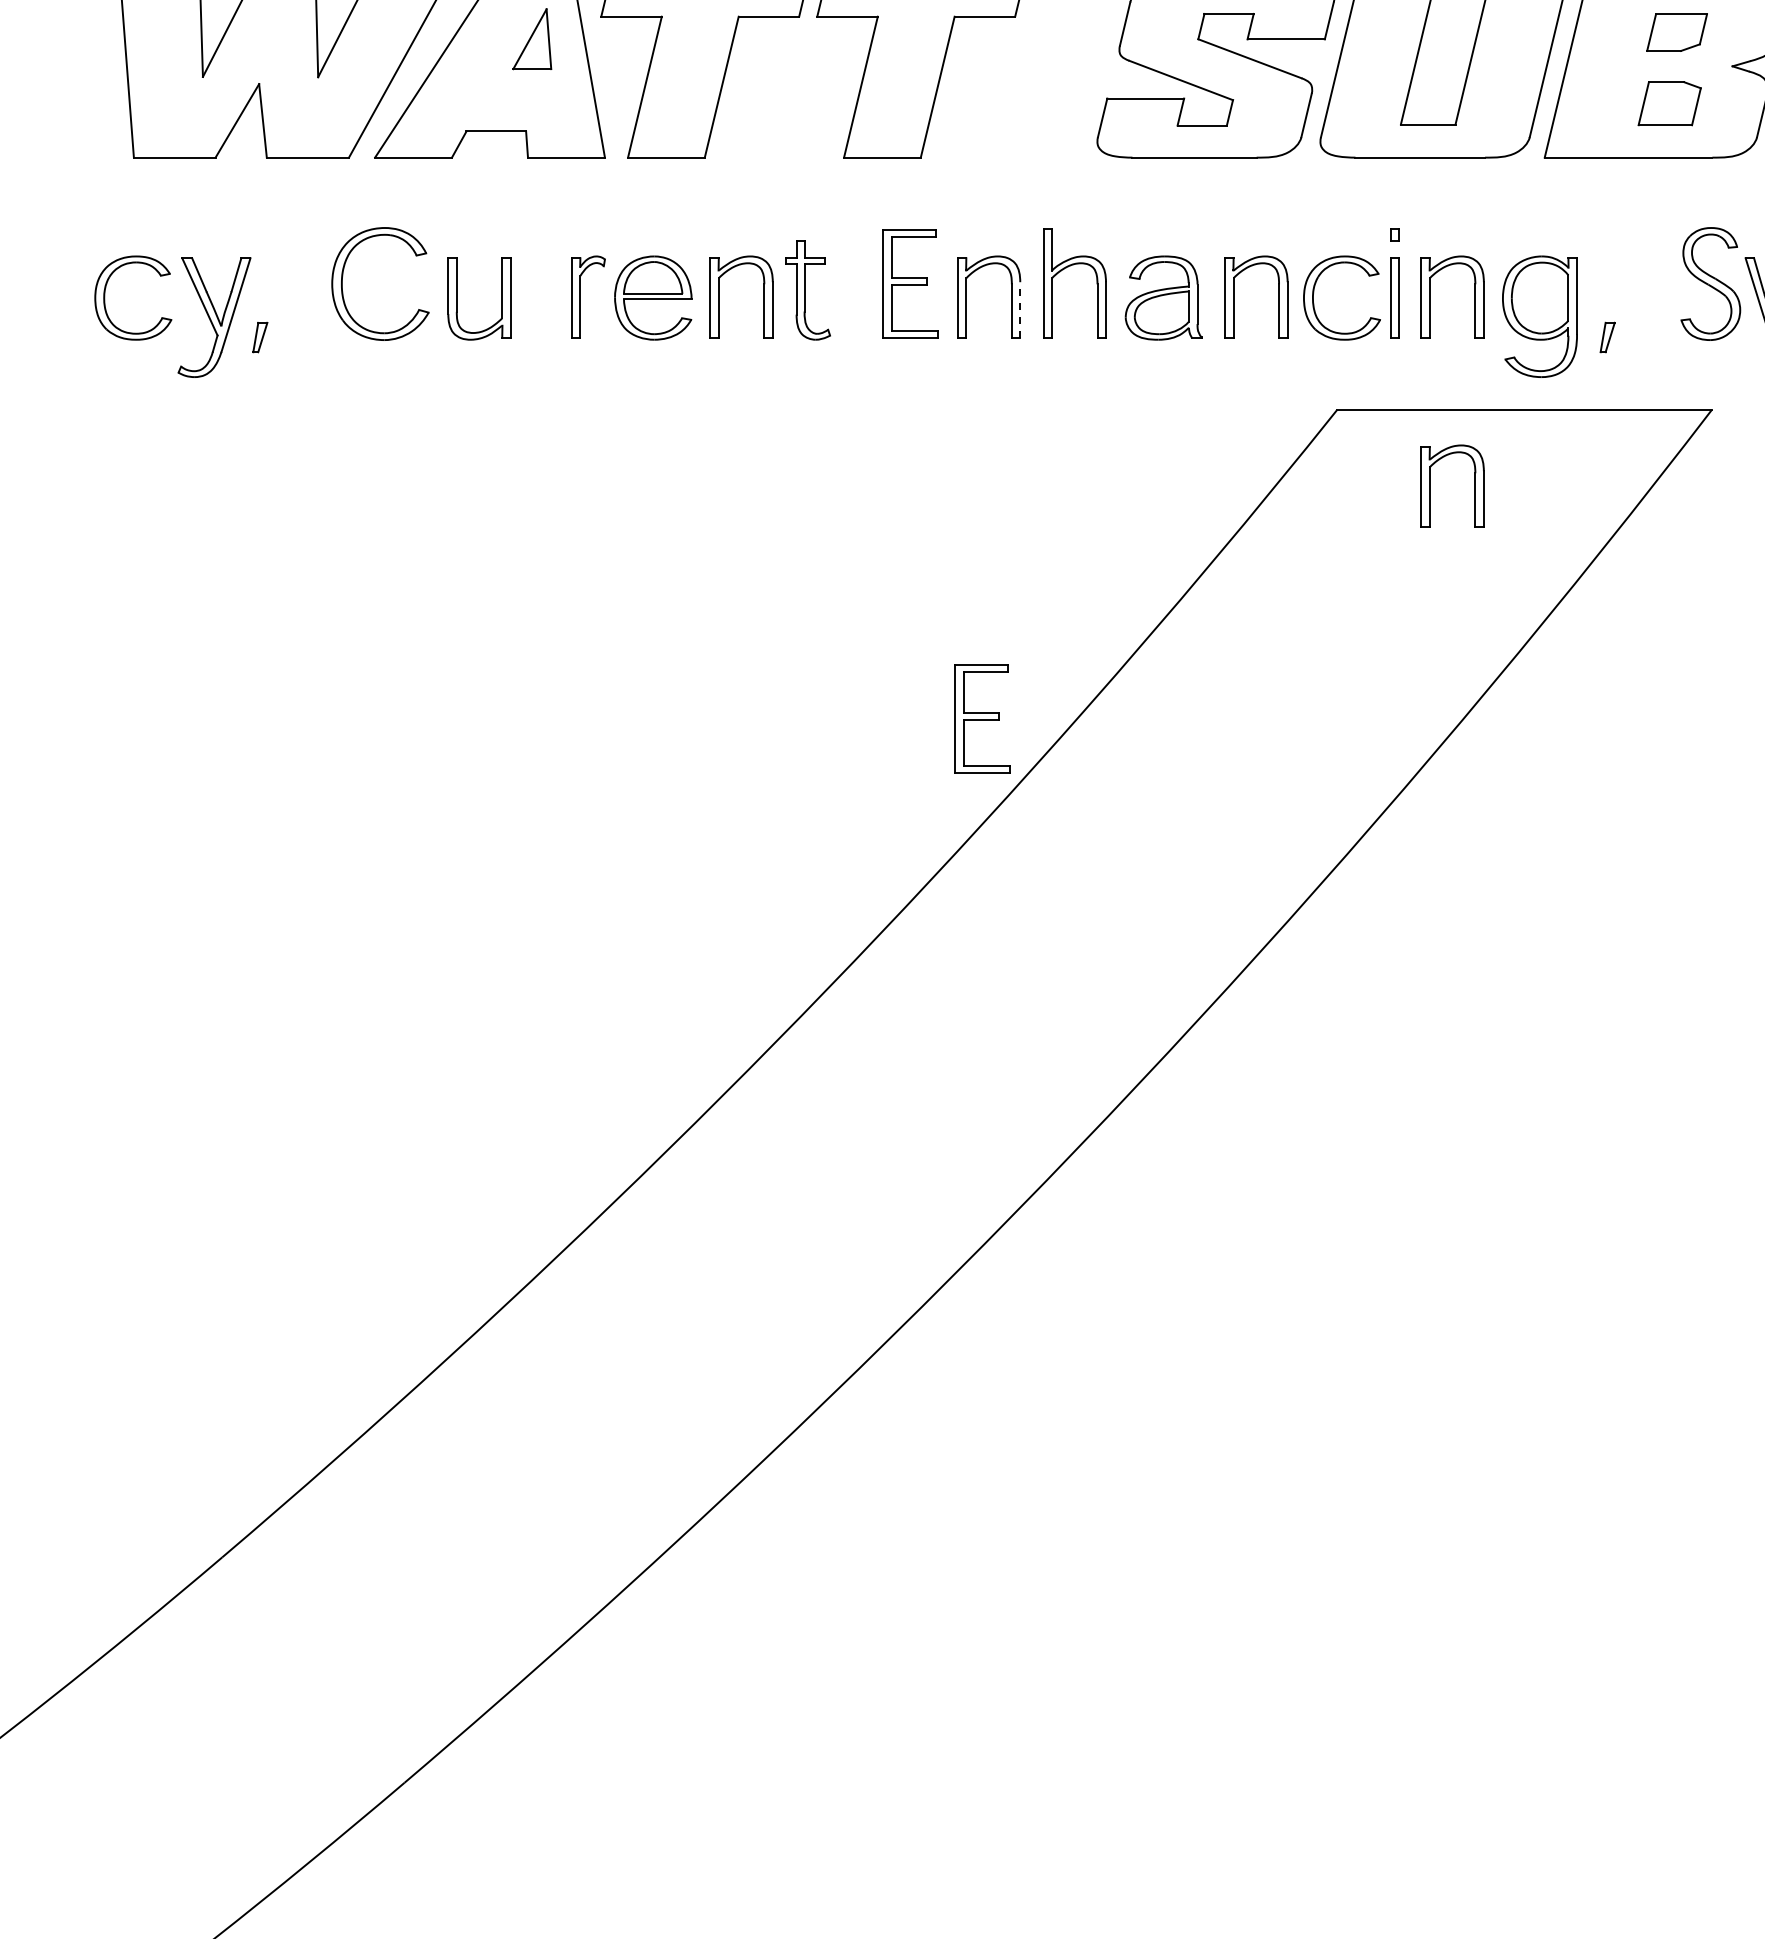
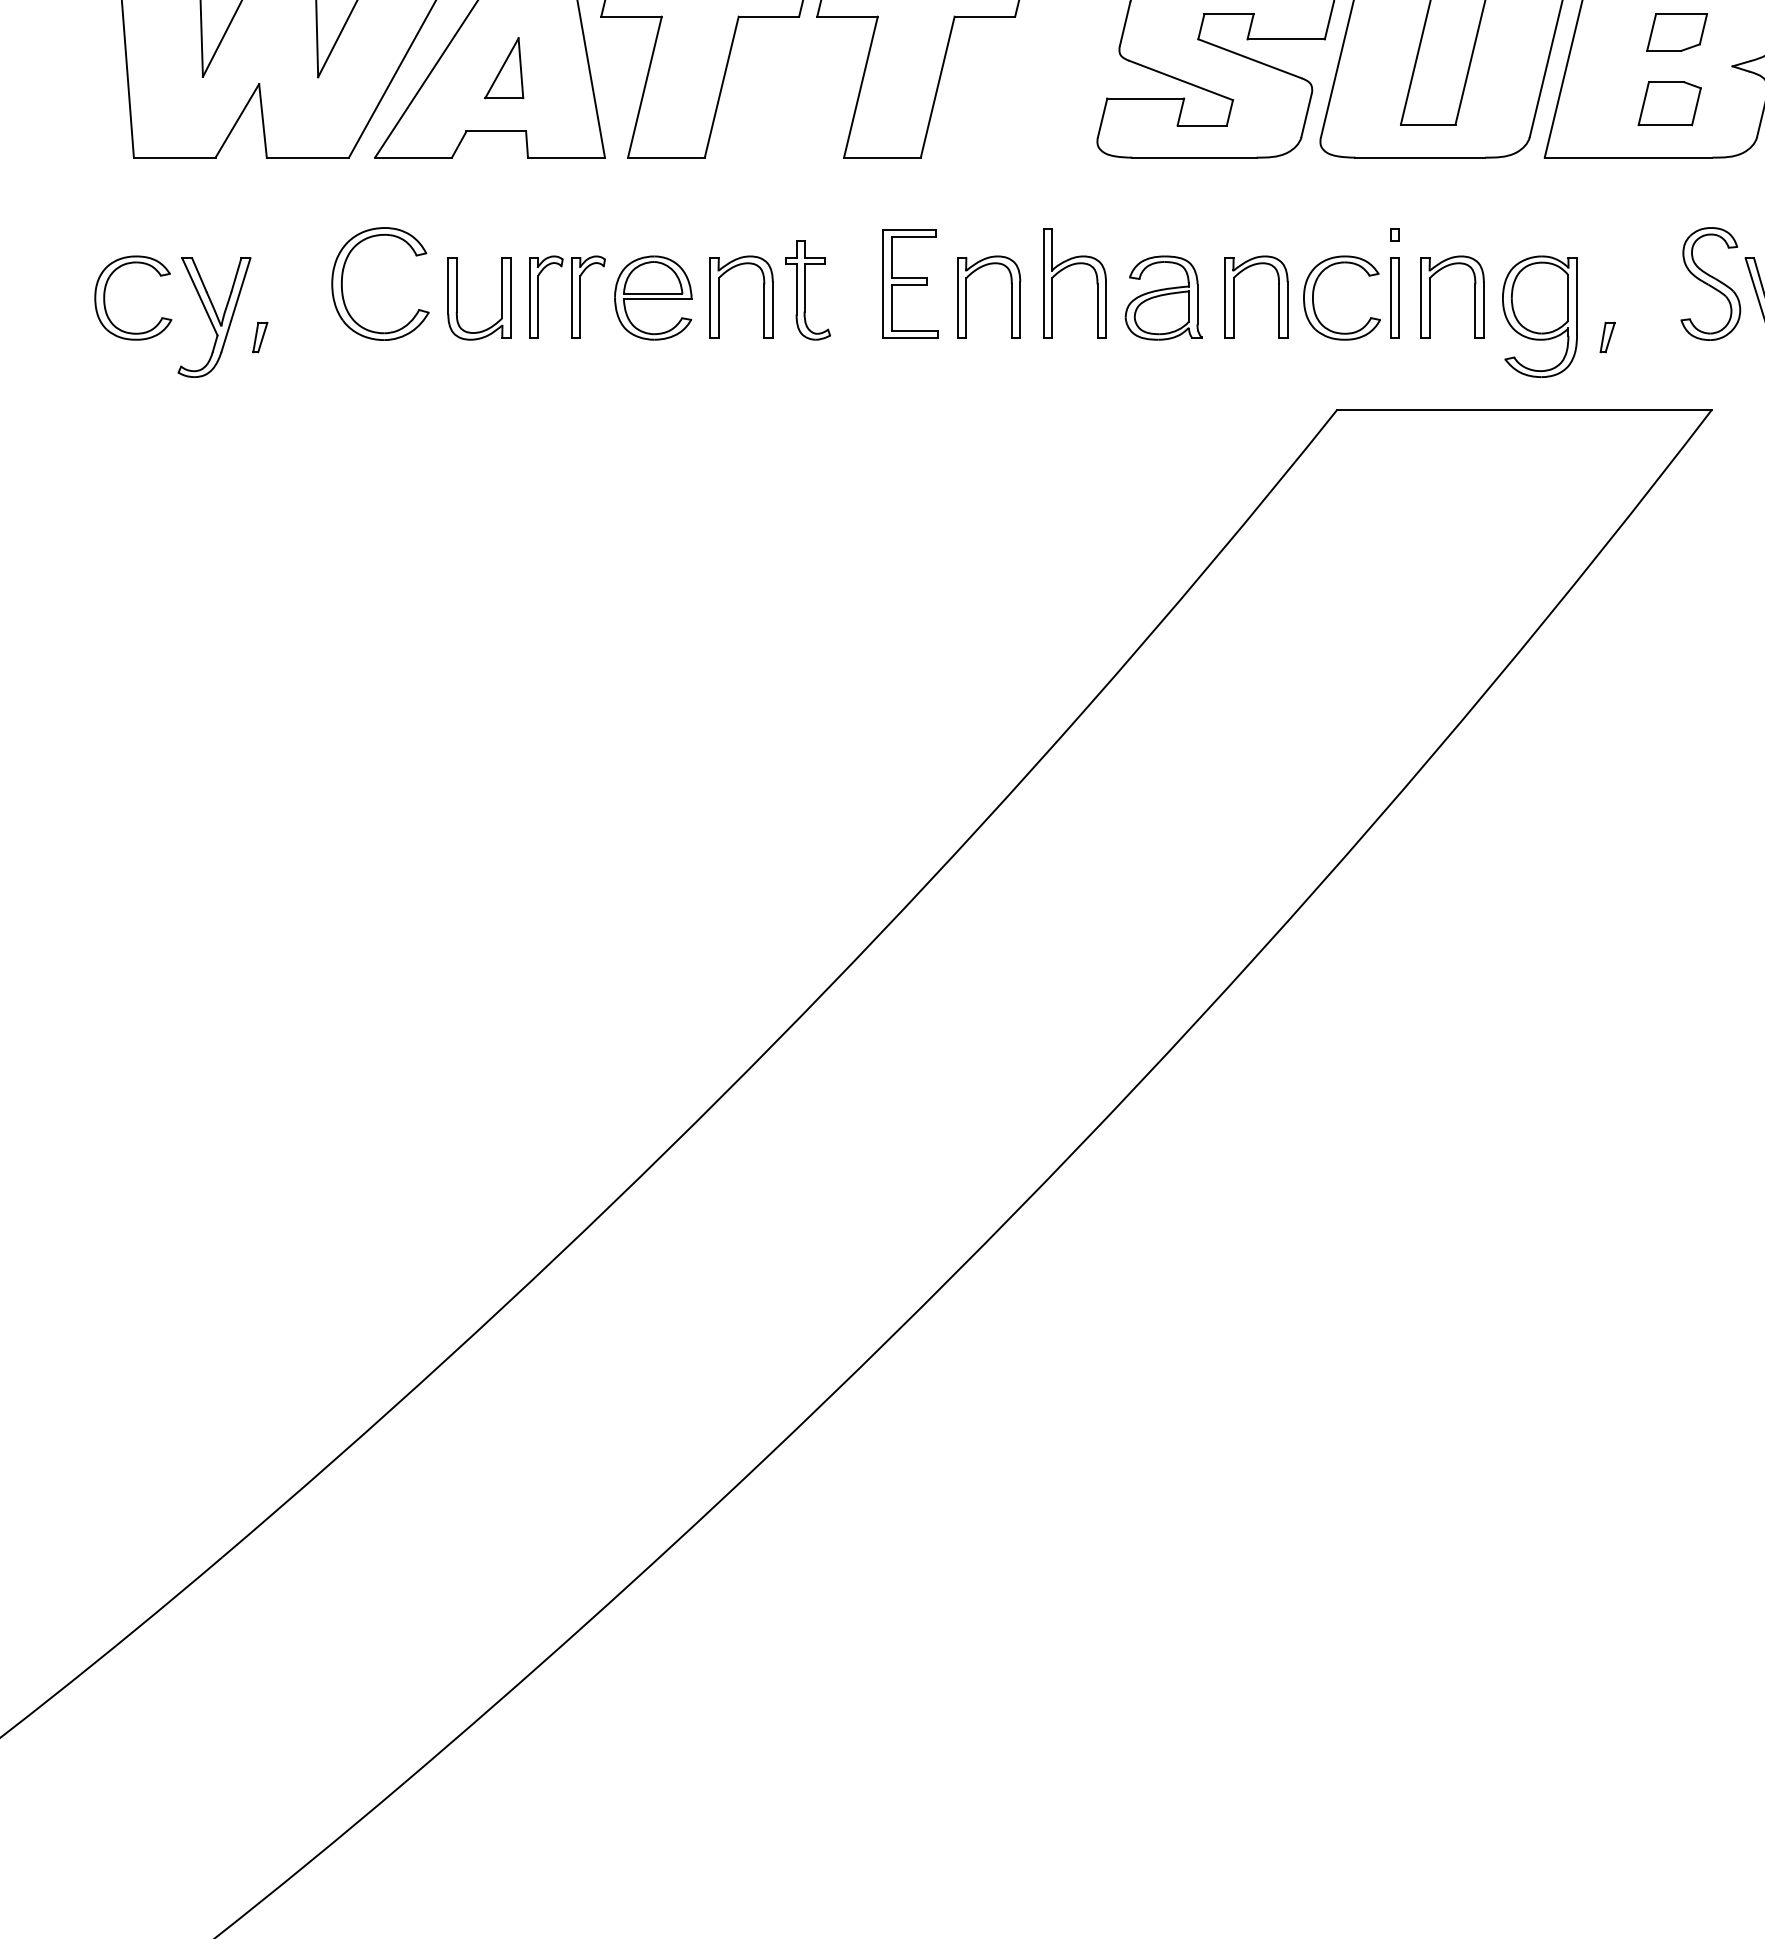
part at (532, 39) position: (532, 39) -> (504, 68)
part at (538, 296): none -> present
line at (1020, 310): dashed -> solid
part at (1430, 485): present -> none
part at (982, 718): present -> none
